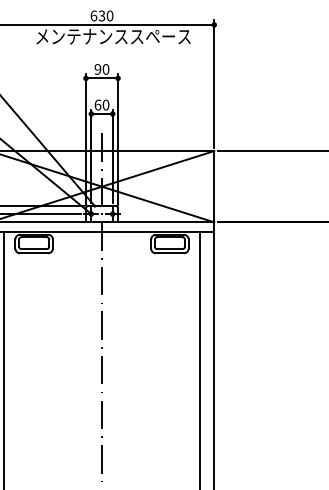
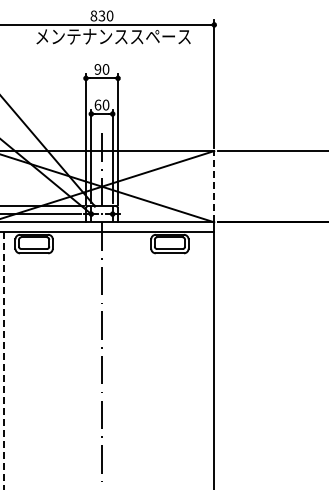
text at (93, 15): 630 -> 830
line at (214, 186): solid -> dashed
line at (200, 358): present -> none
line at (4, 360): solid -> dashed
